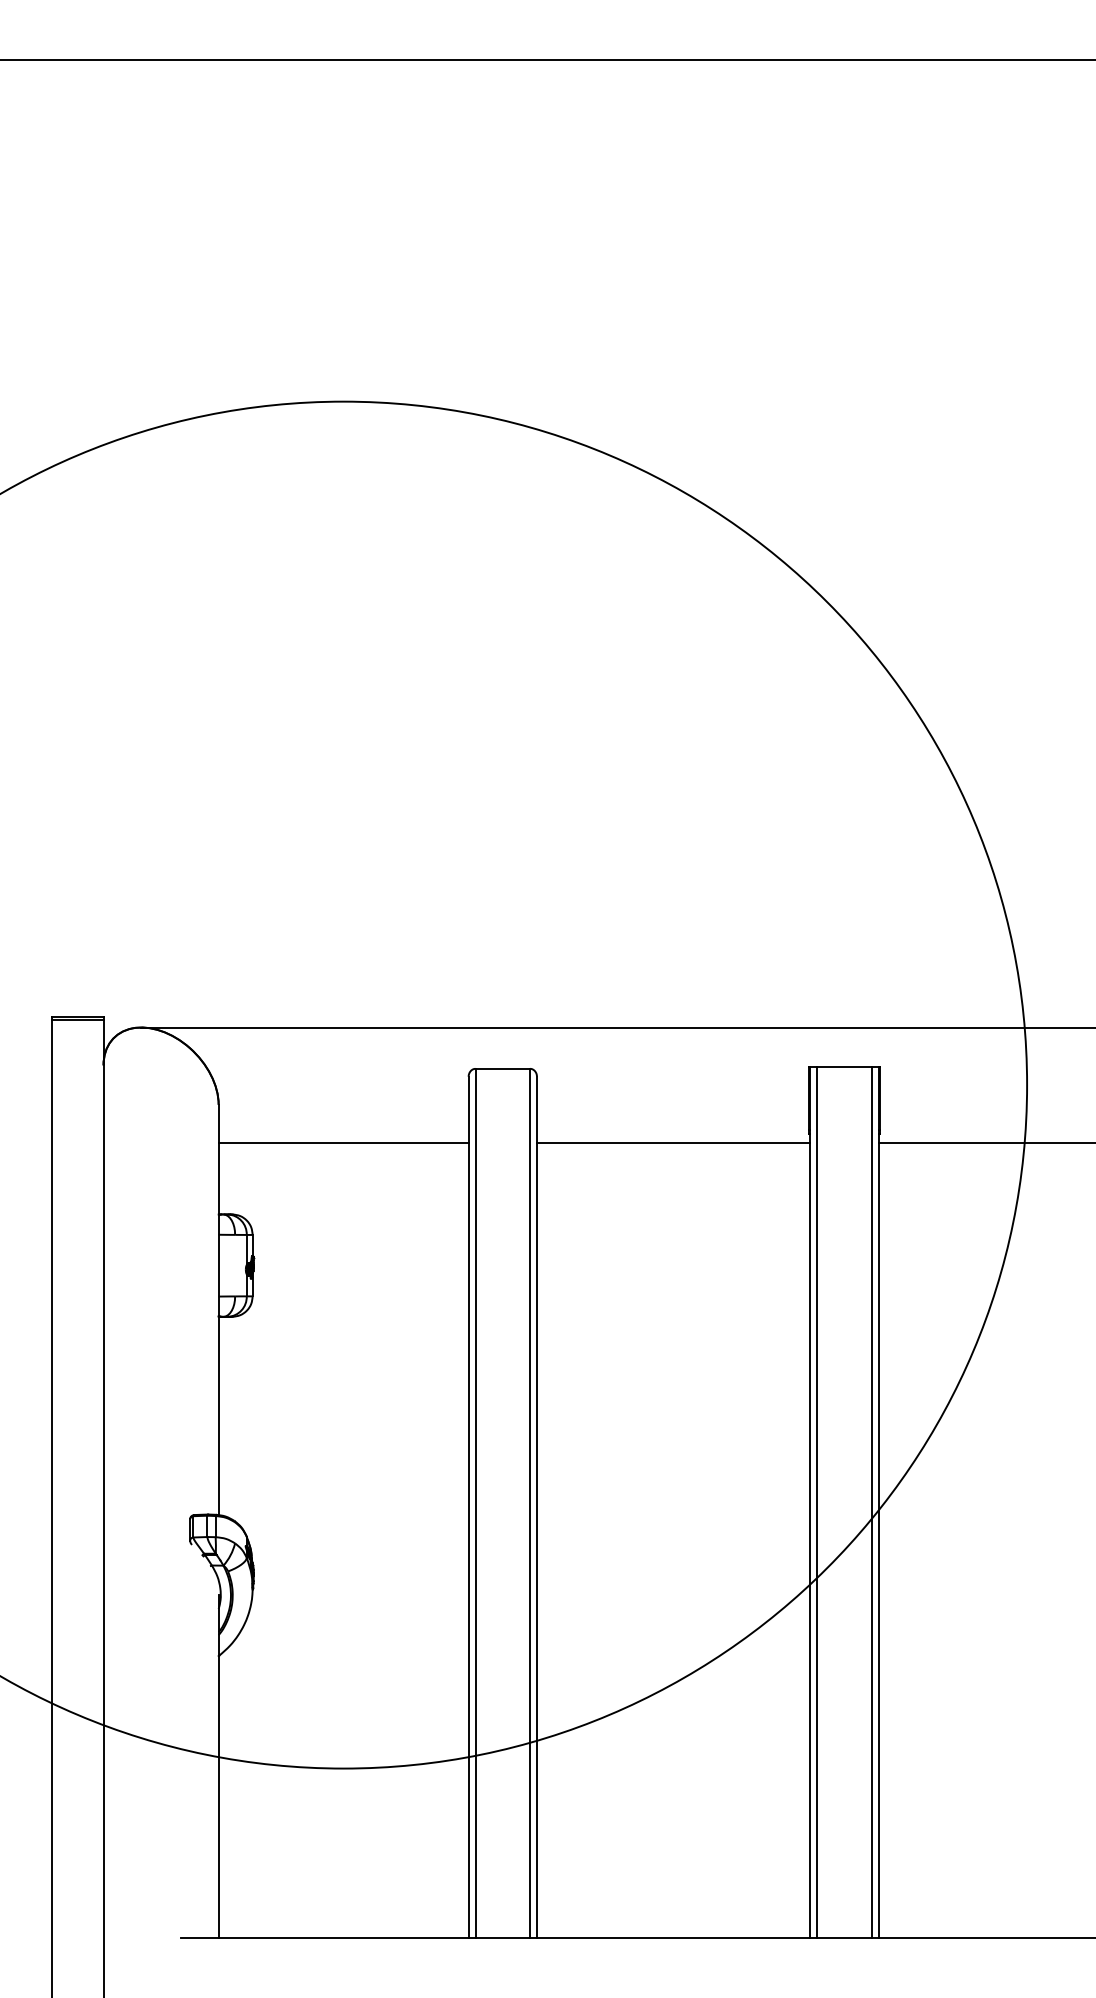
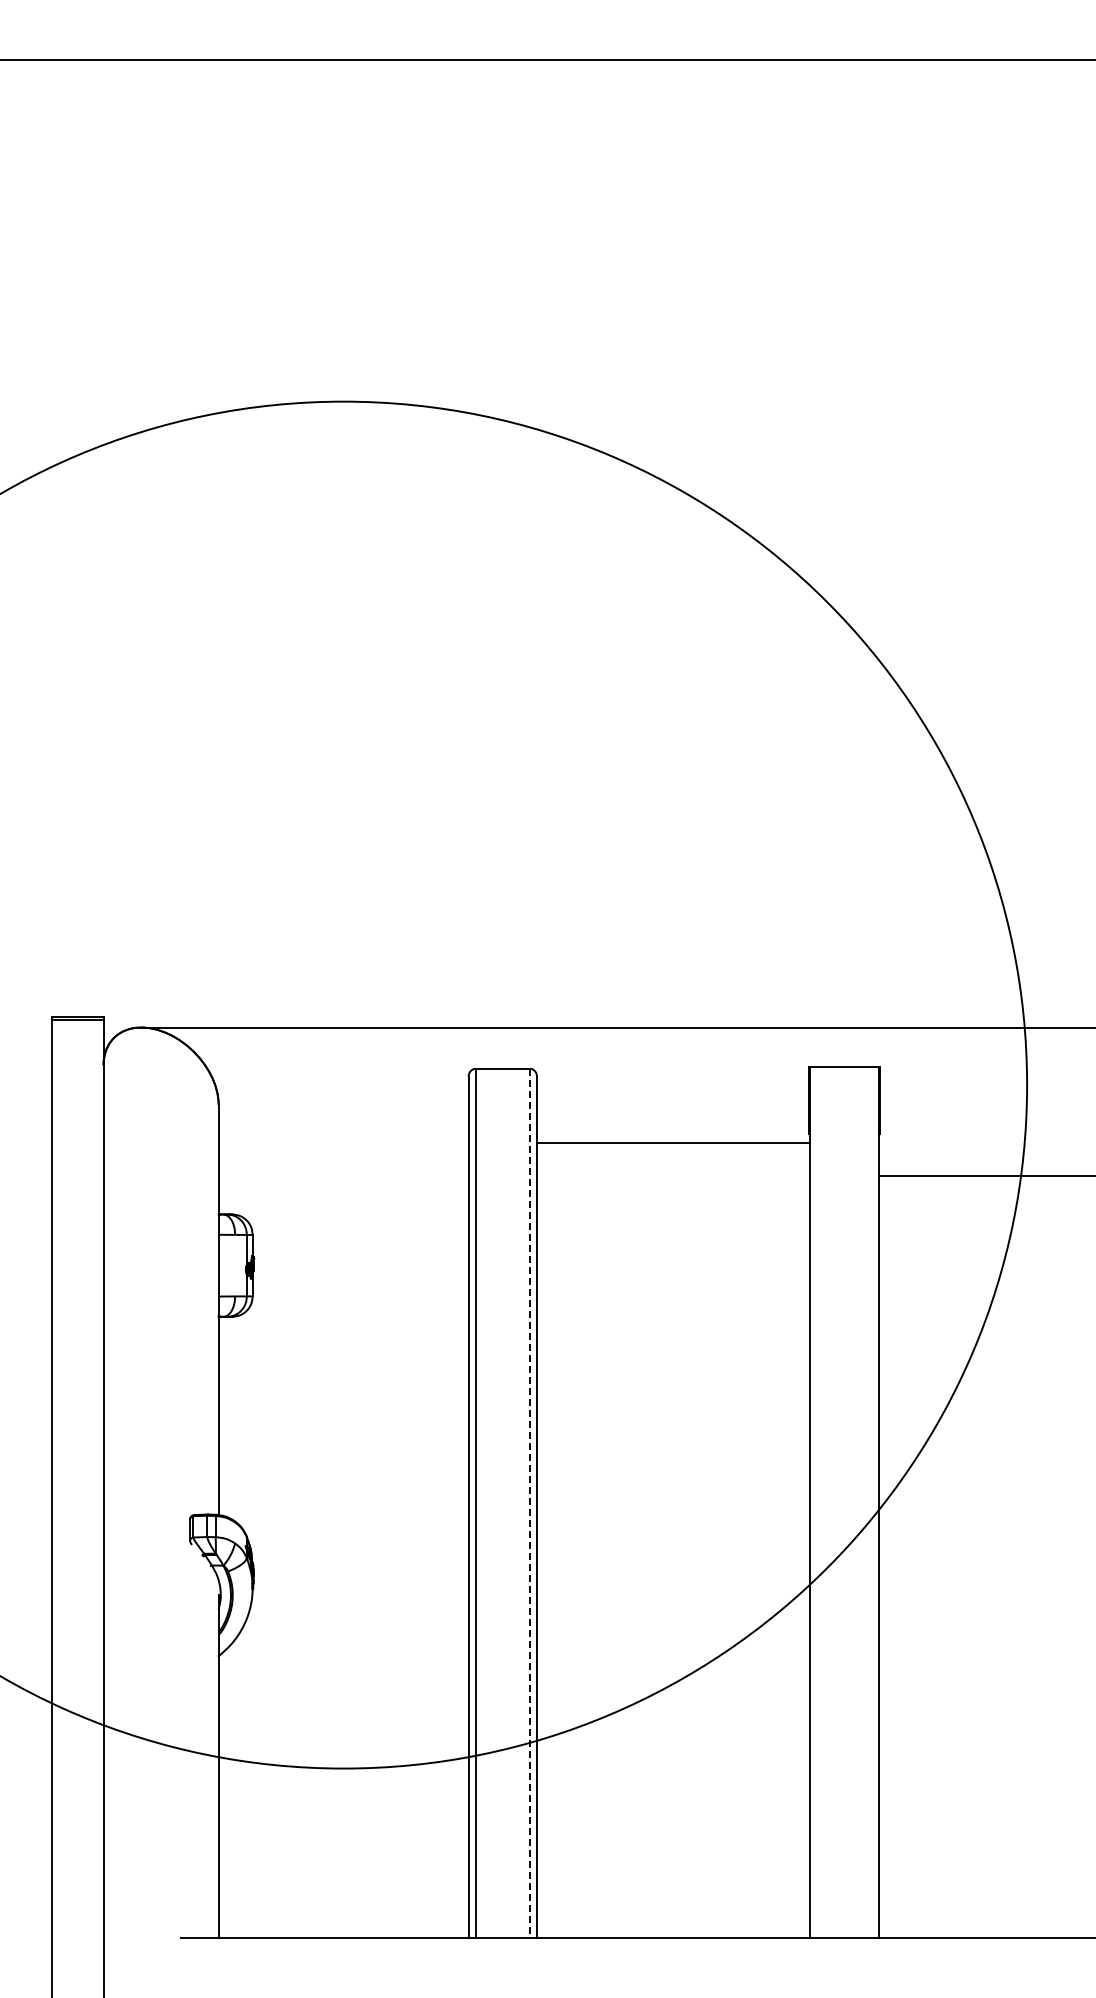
line at (343, 1142): present -> none
line at (985, 1142) position: (985, 1142) -> (985, 1175)
line at (817, 1502): present -> none
line at (871, 1502): present -> none
line at (530, 1503): solid -> dashed
